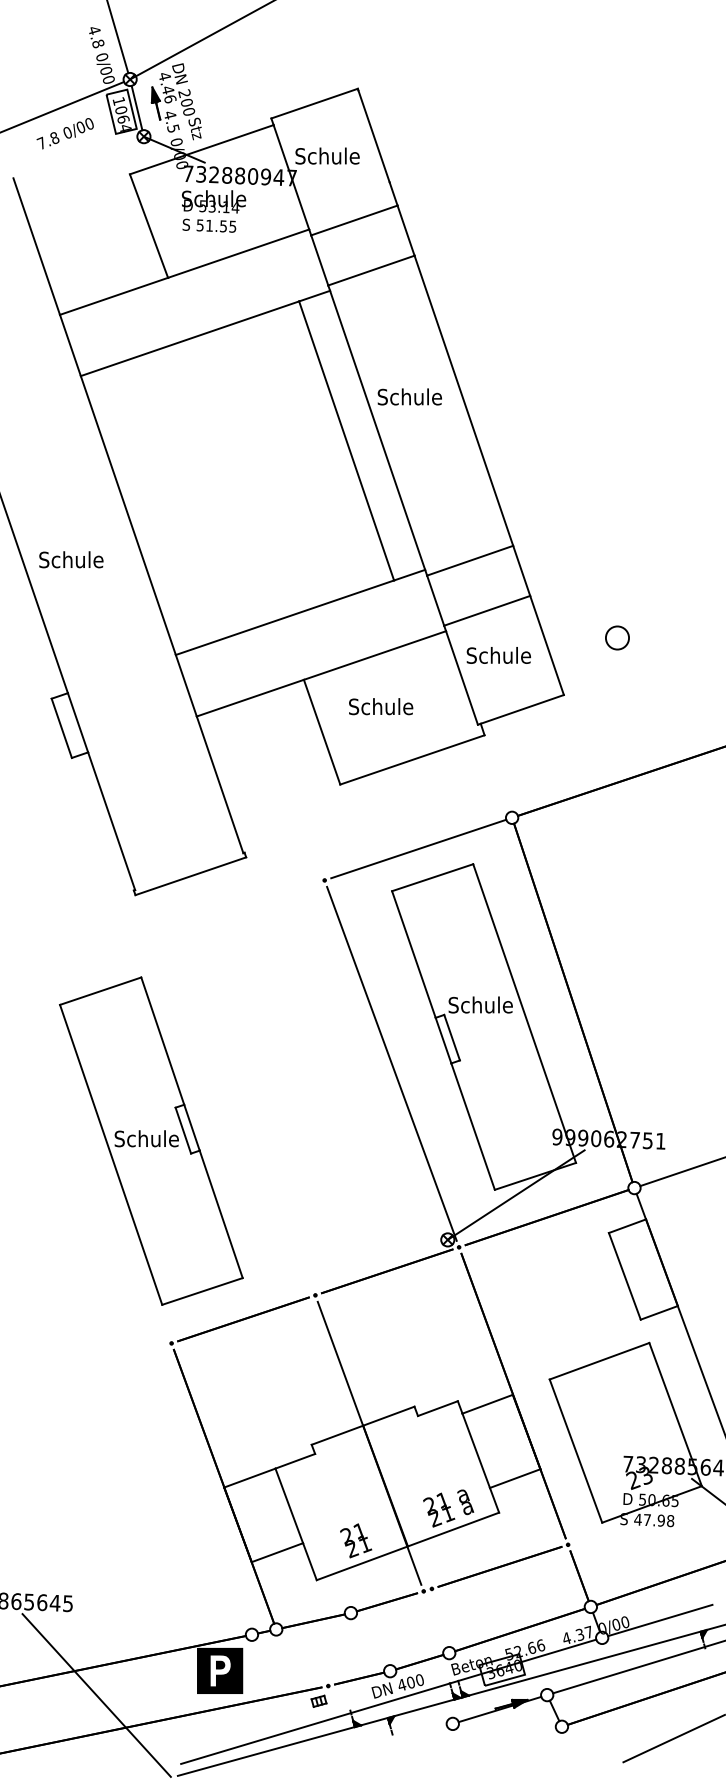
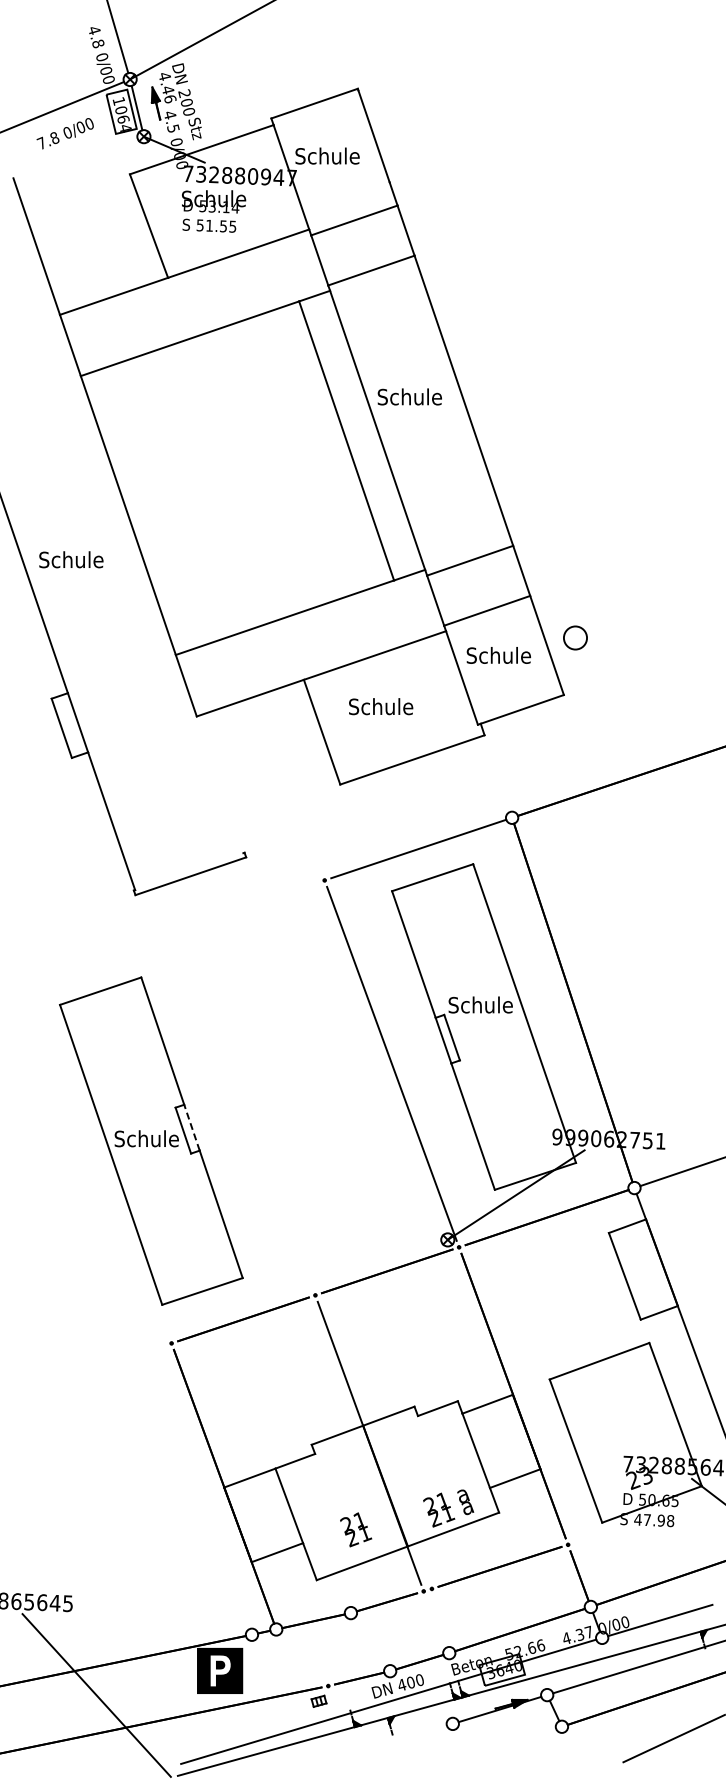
part at (617, 637) position: (617, 637) -> (575, 637)
line at (219, 784): present -> none
line at (191, 1127): solid -> dashed
text at (356, 1540) position: (356, 1540) -> (356, 1529)
